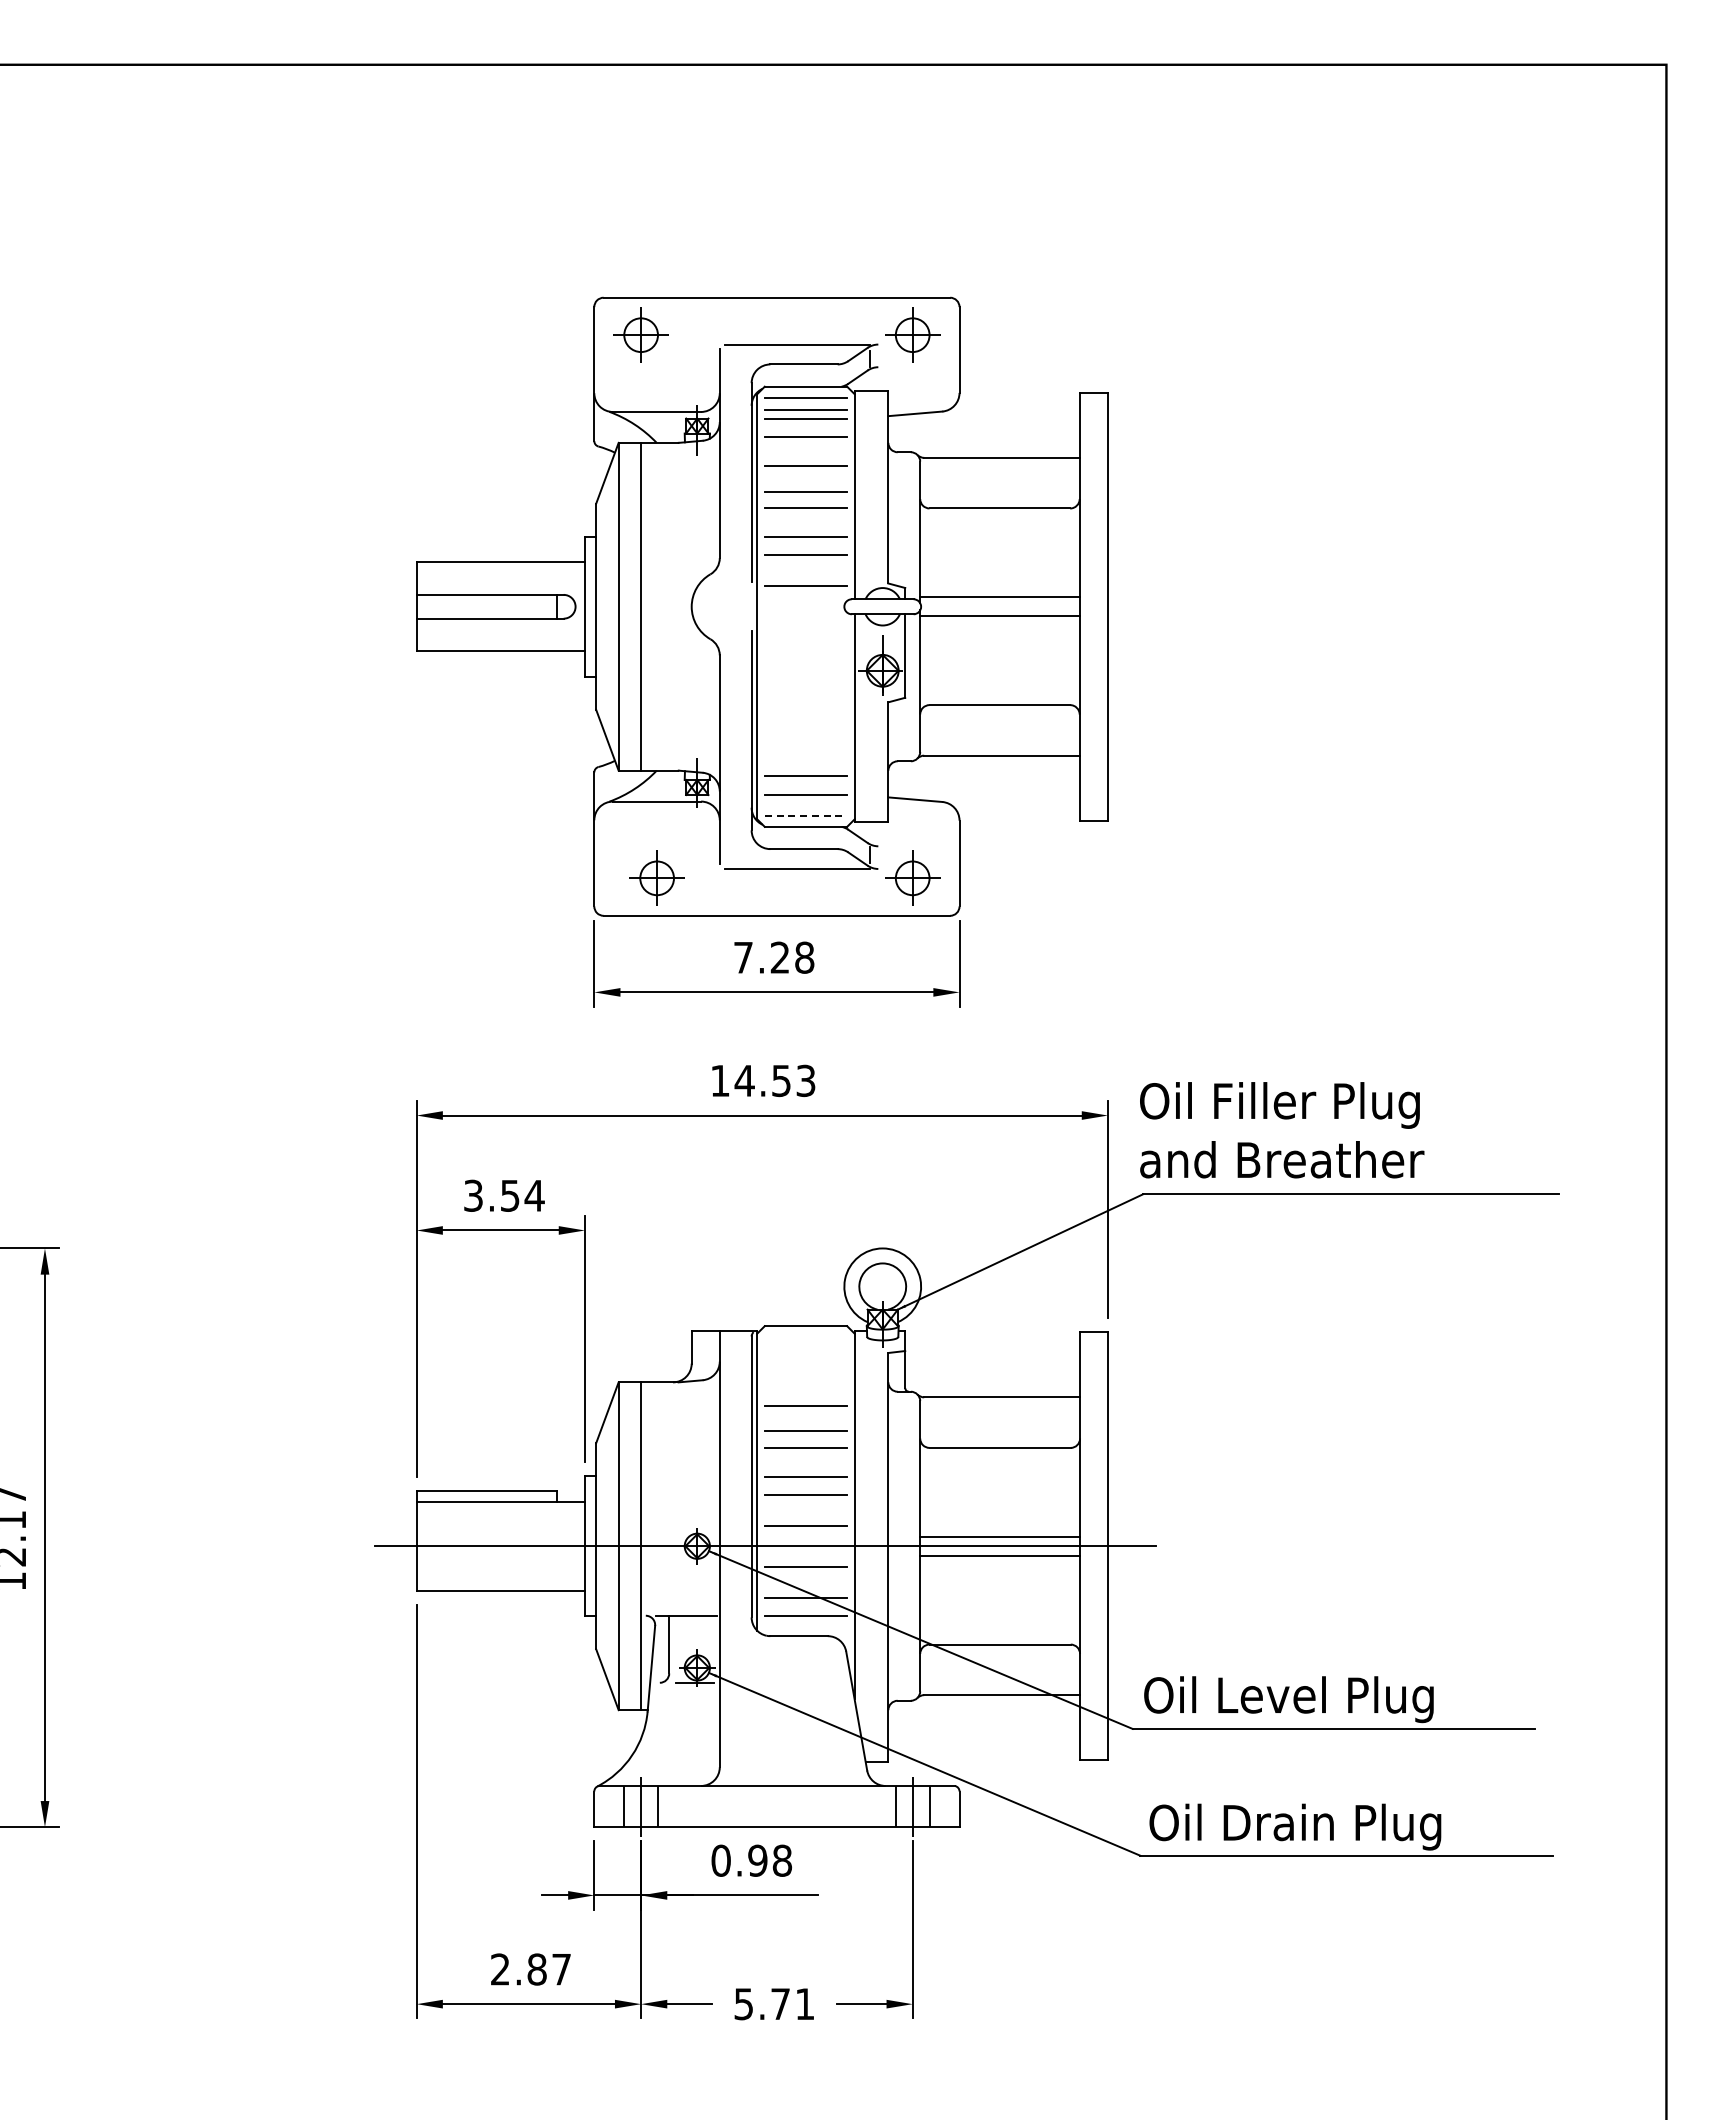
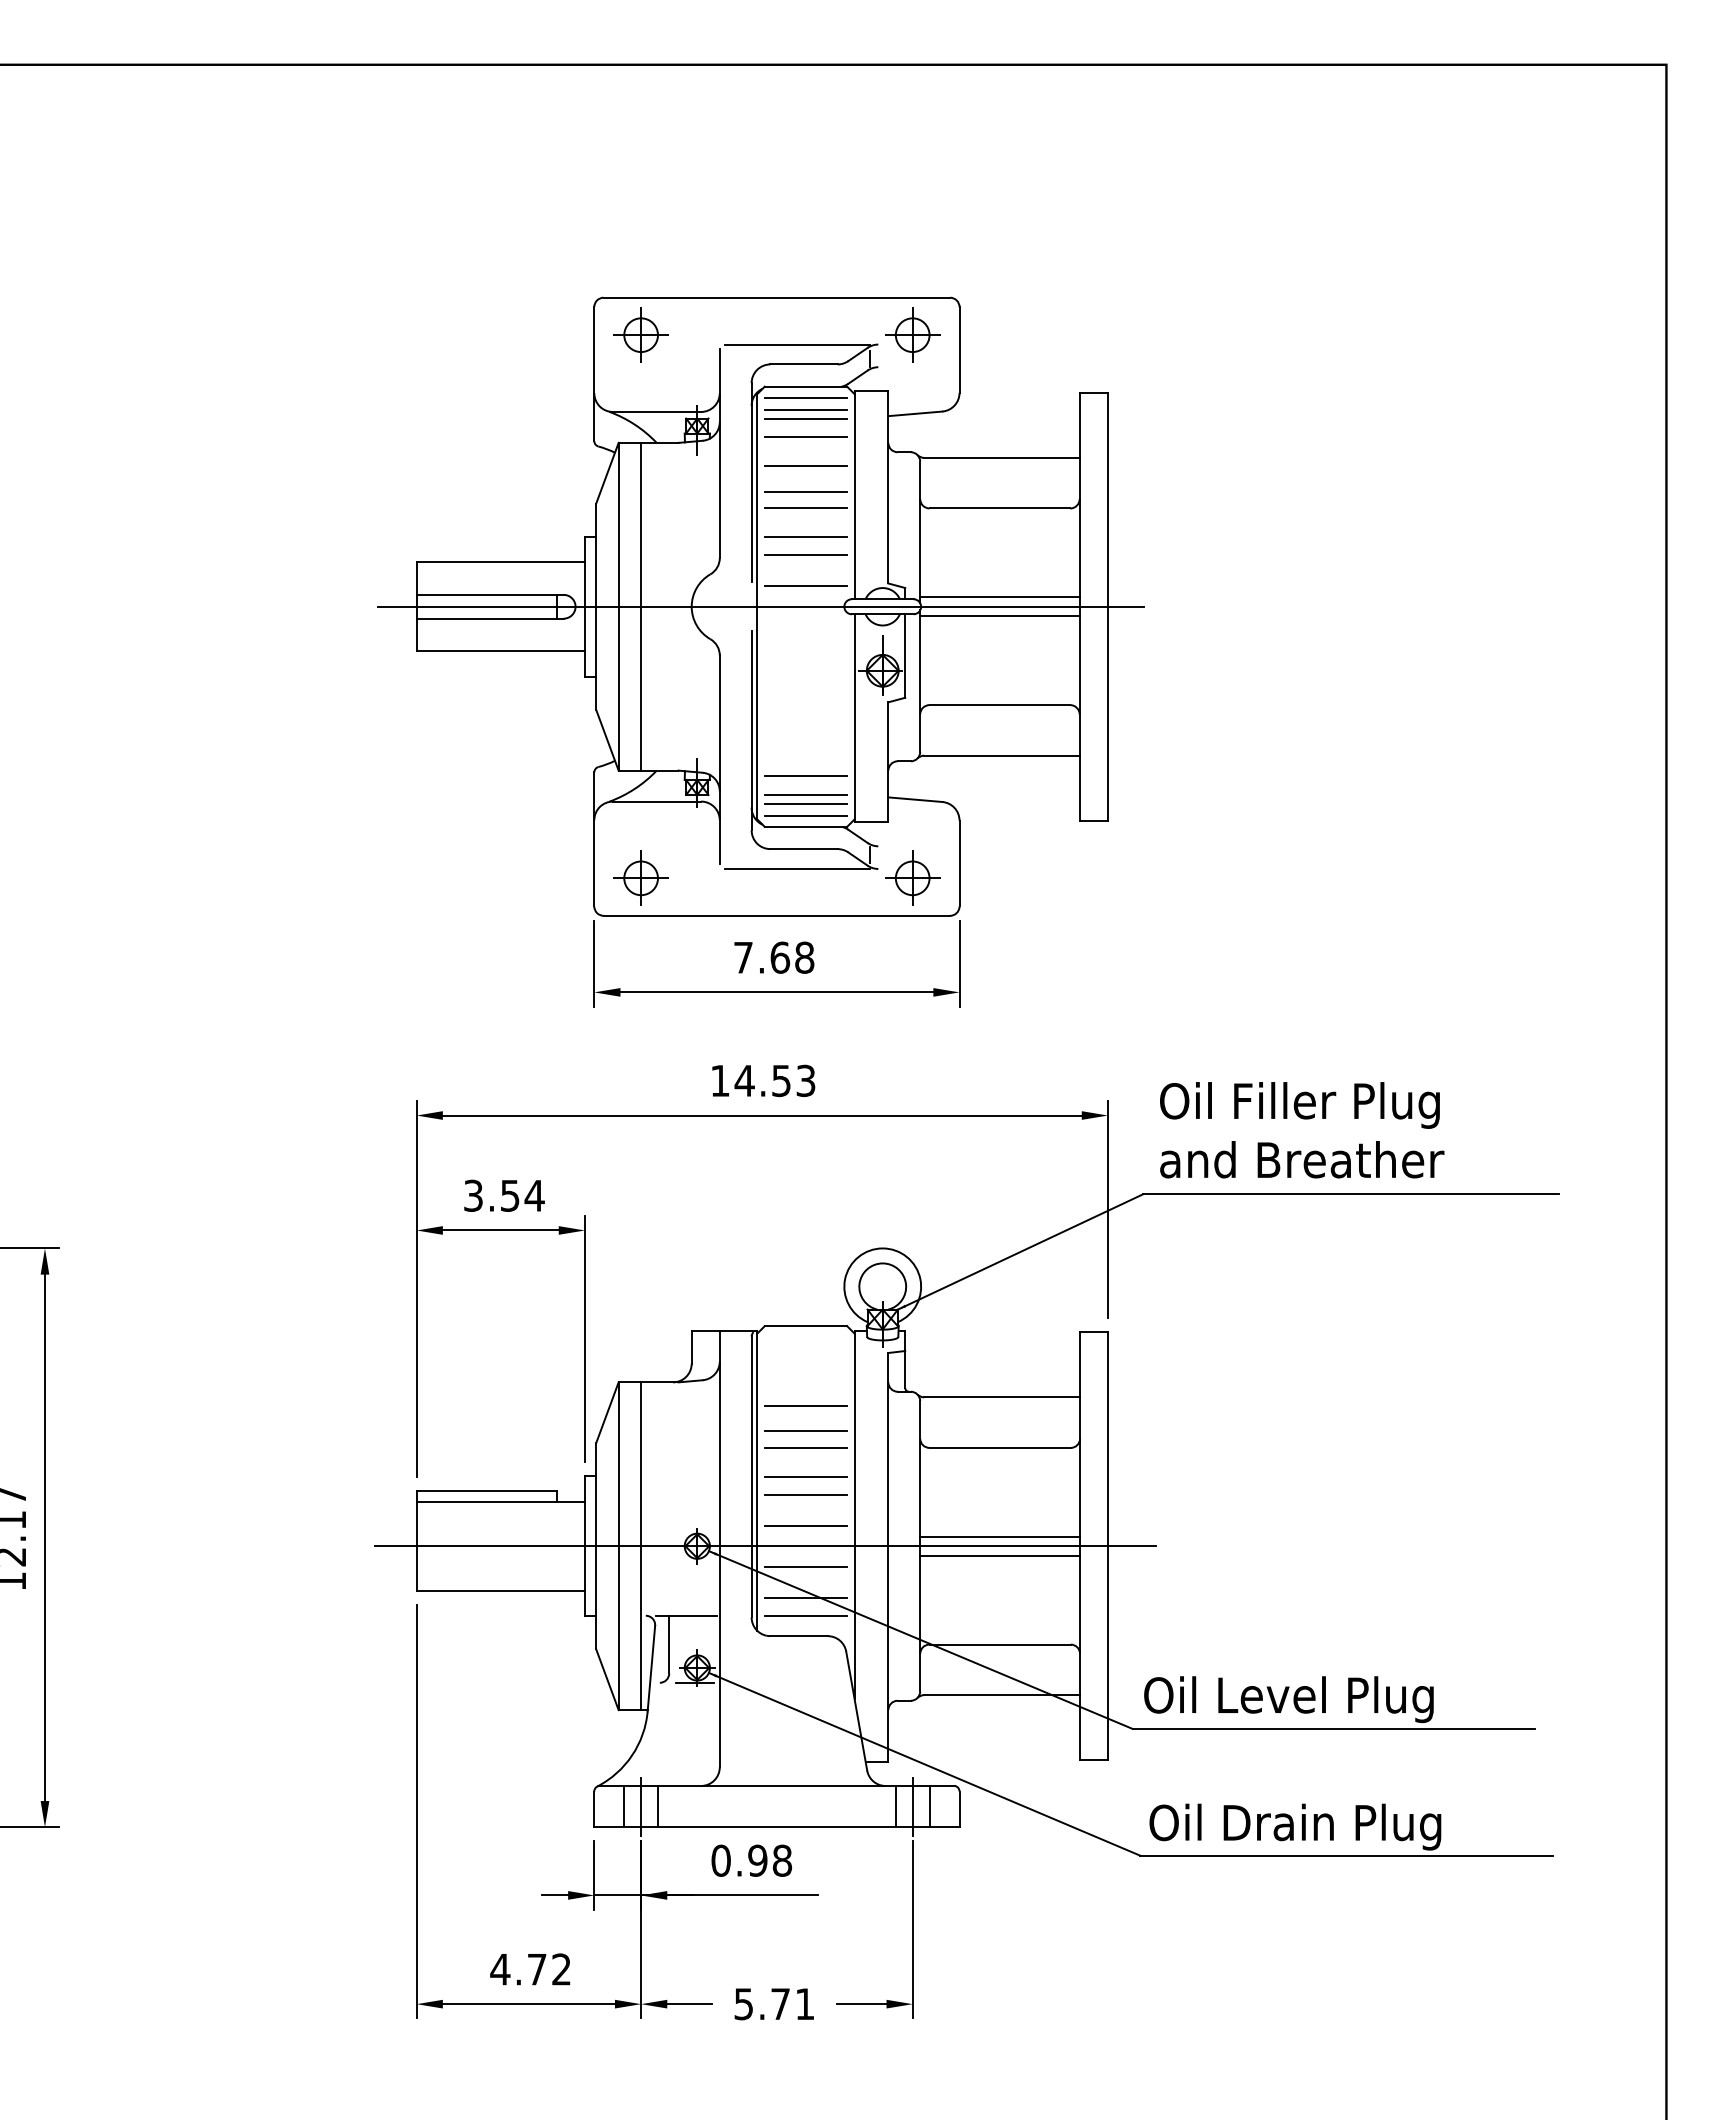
line at (760, 606): none -> present
line at (805, 803): none -> present
line at (806, 815): dashed -> solid
part at (656, 877) position: (656, 877) -> (640, 877)
text at (780, 957): 7.28 -> 7.68
text at (1282, 1130) position: (1282, 1130) -> (1302, 1130)
text at (530, 1969): 2.87 -> 4.72
